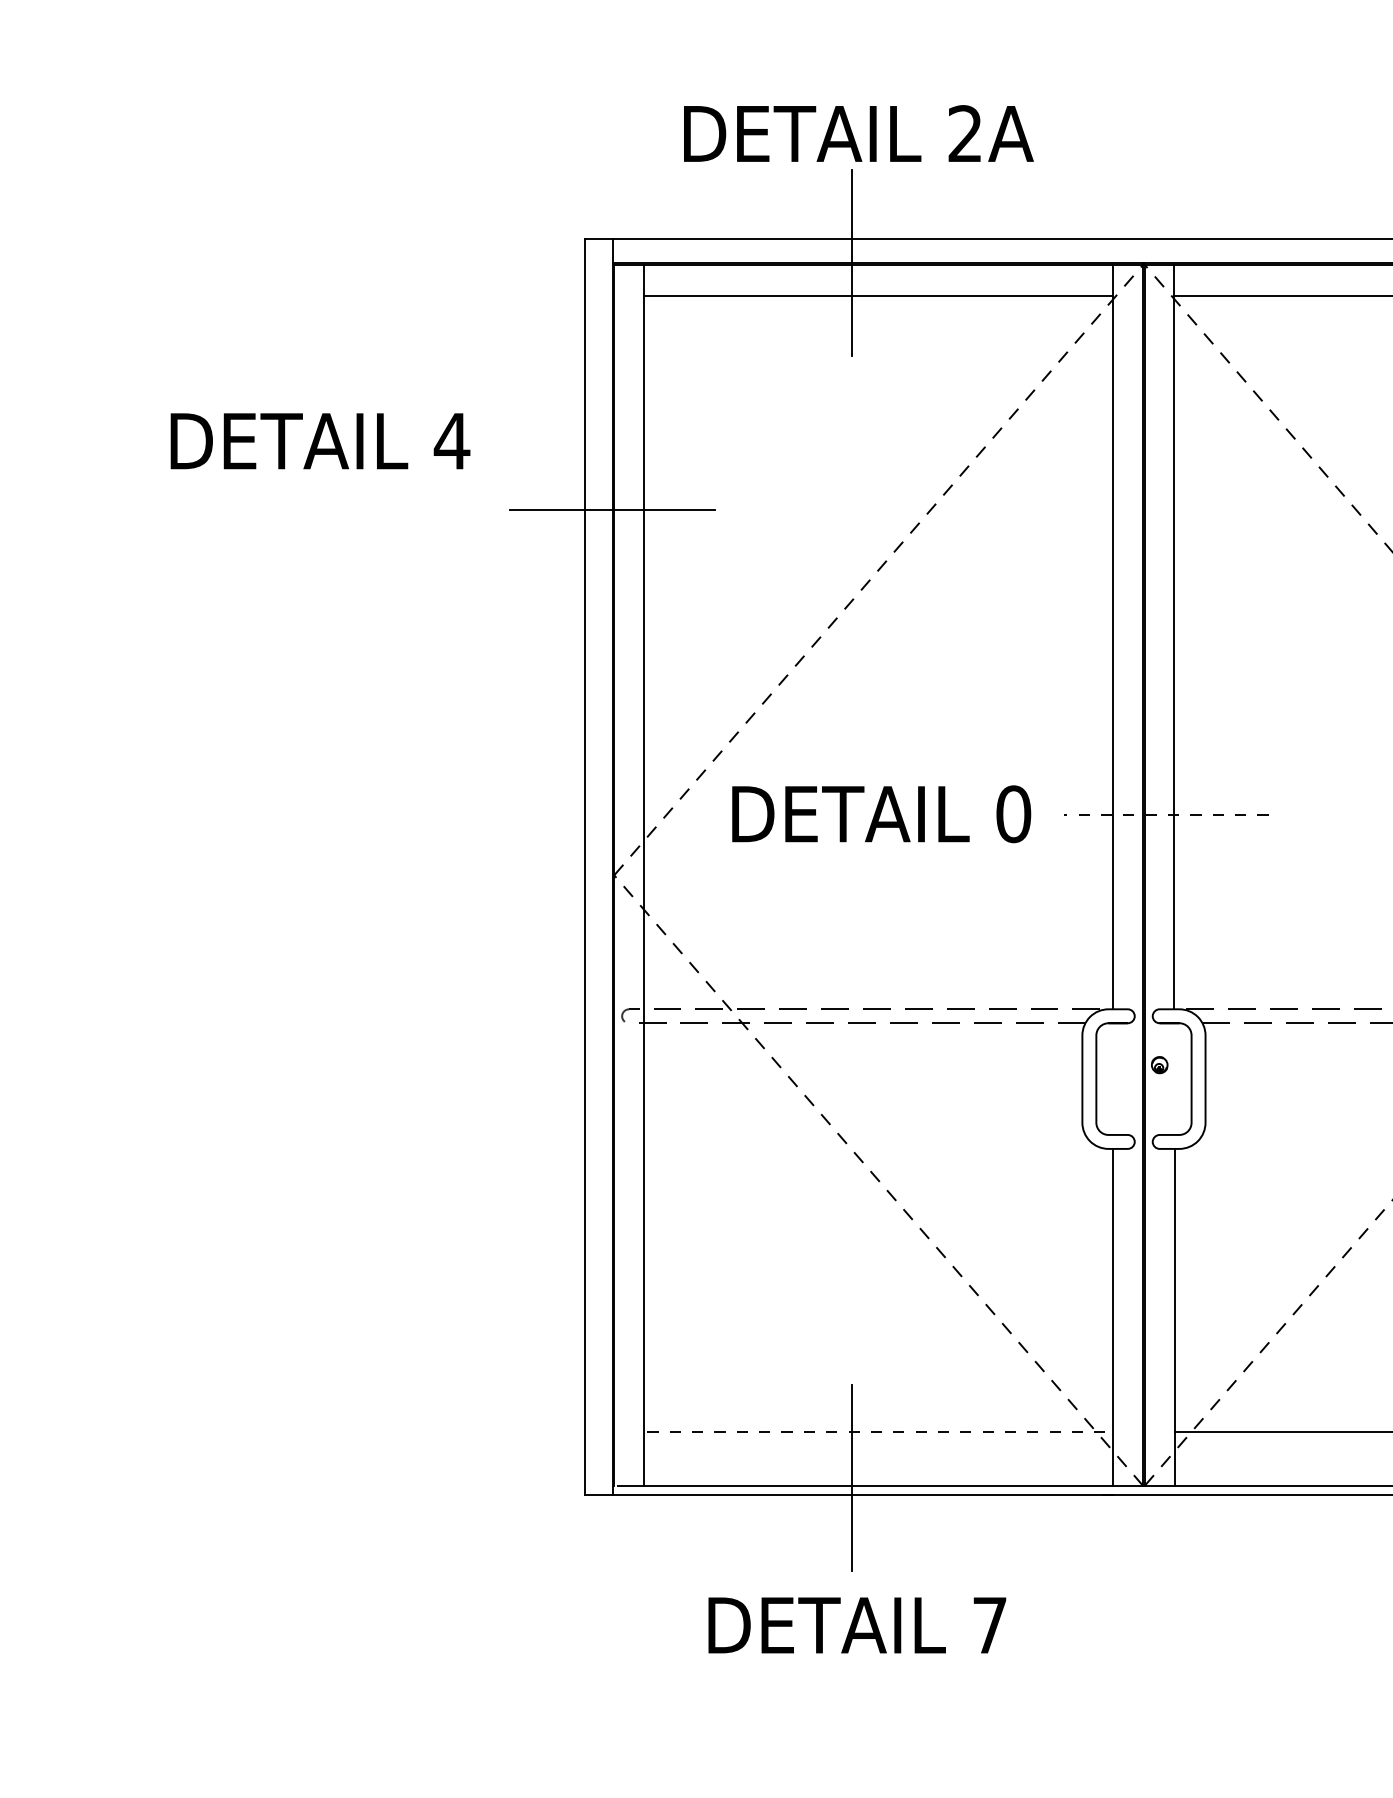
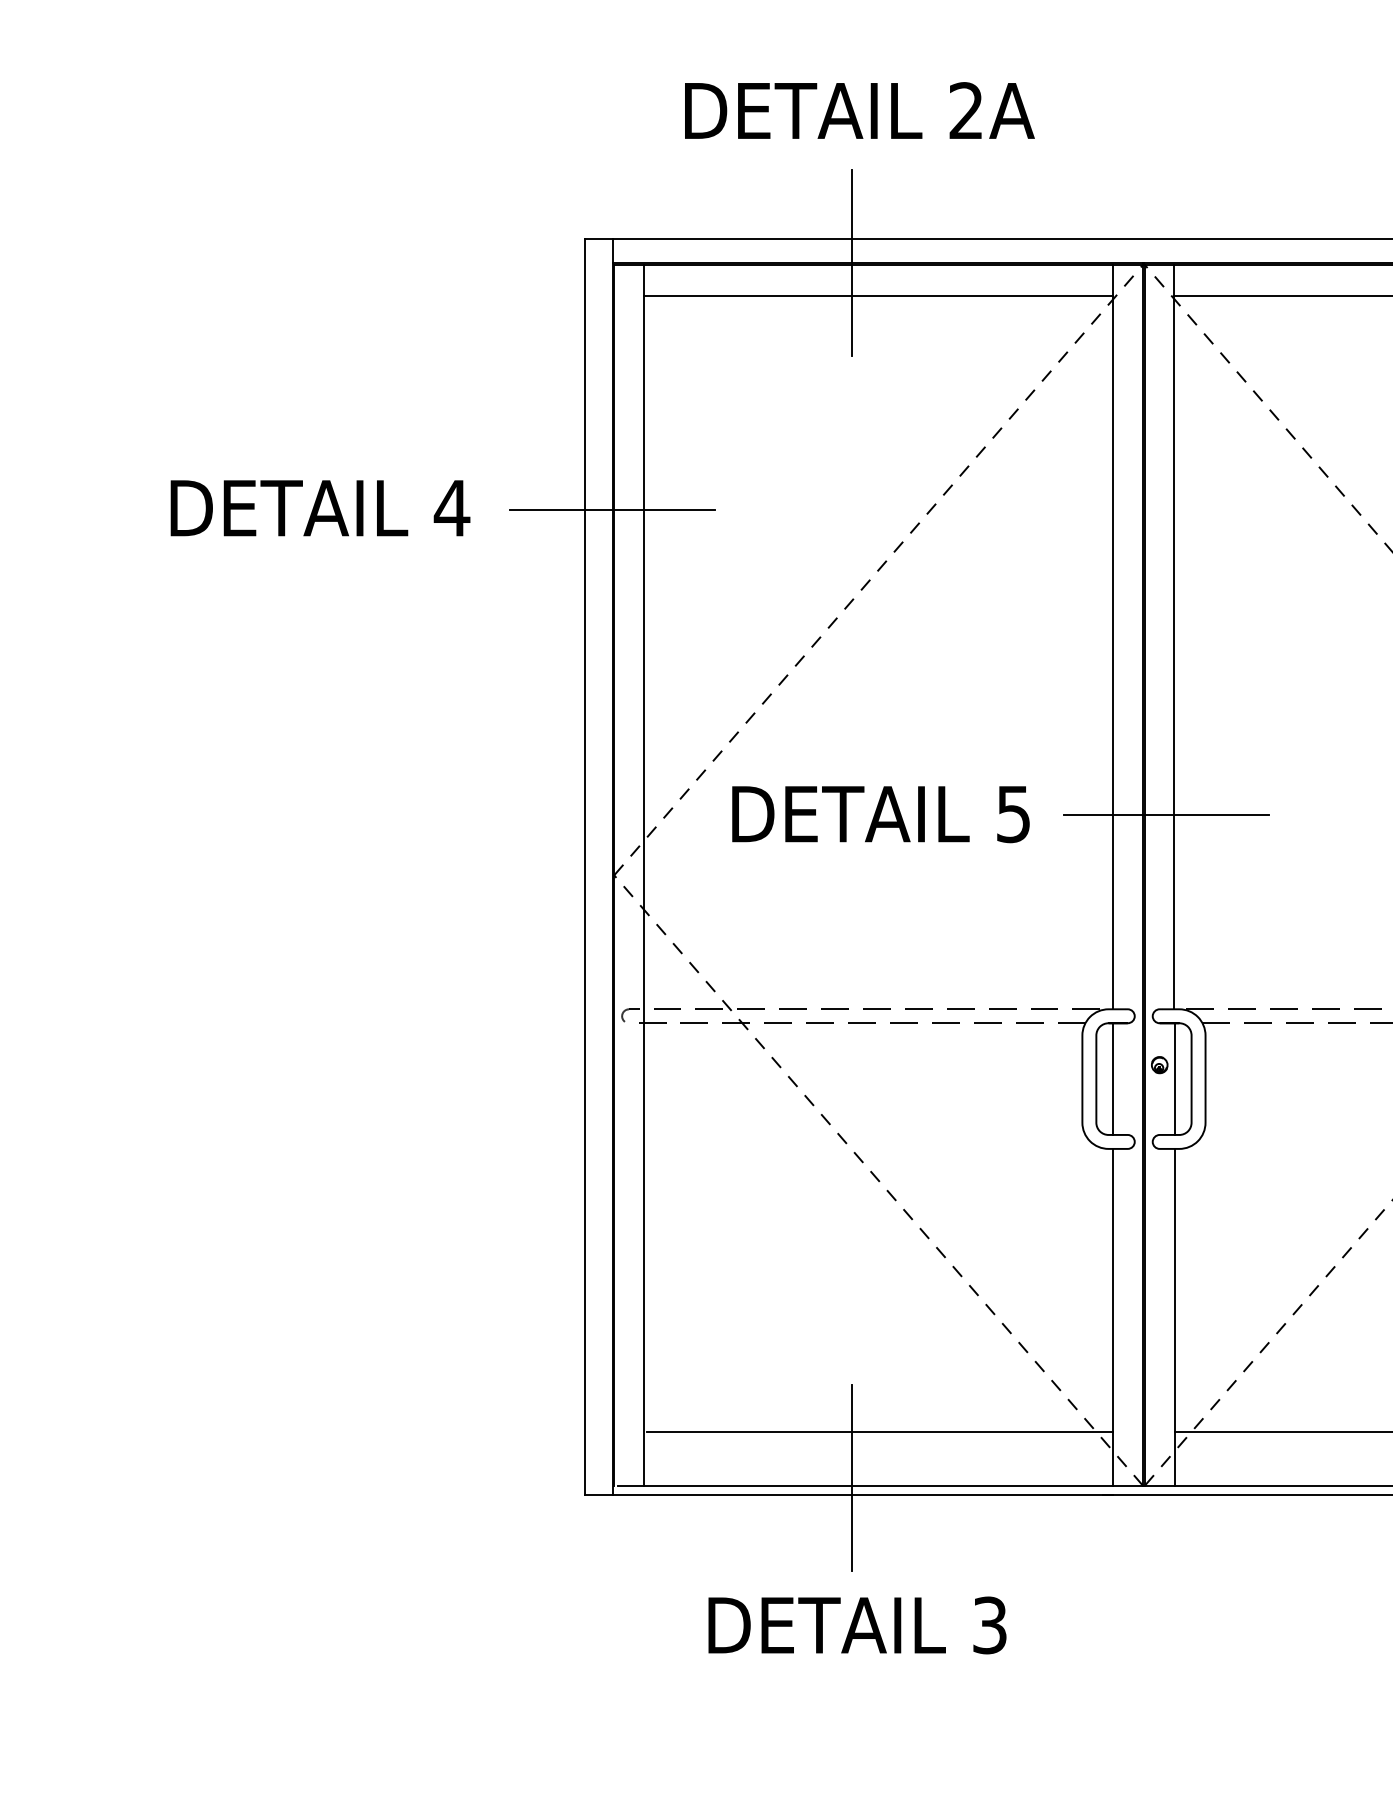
text at (858, 133) position: (858, 133) -> (859, 110)
text at (320, 441) position: (320, 441) -> (320, 508)
text at (1013, 814): 0 -> 5
line at (1165, 814): dashed -> solid
line at (1112, 1078): none -> present
line at (1174, 1078): none -> present
line at (879, 1431): dashed -> solid
text at (989, 1625): 7 -> 3
